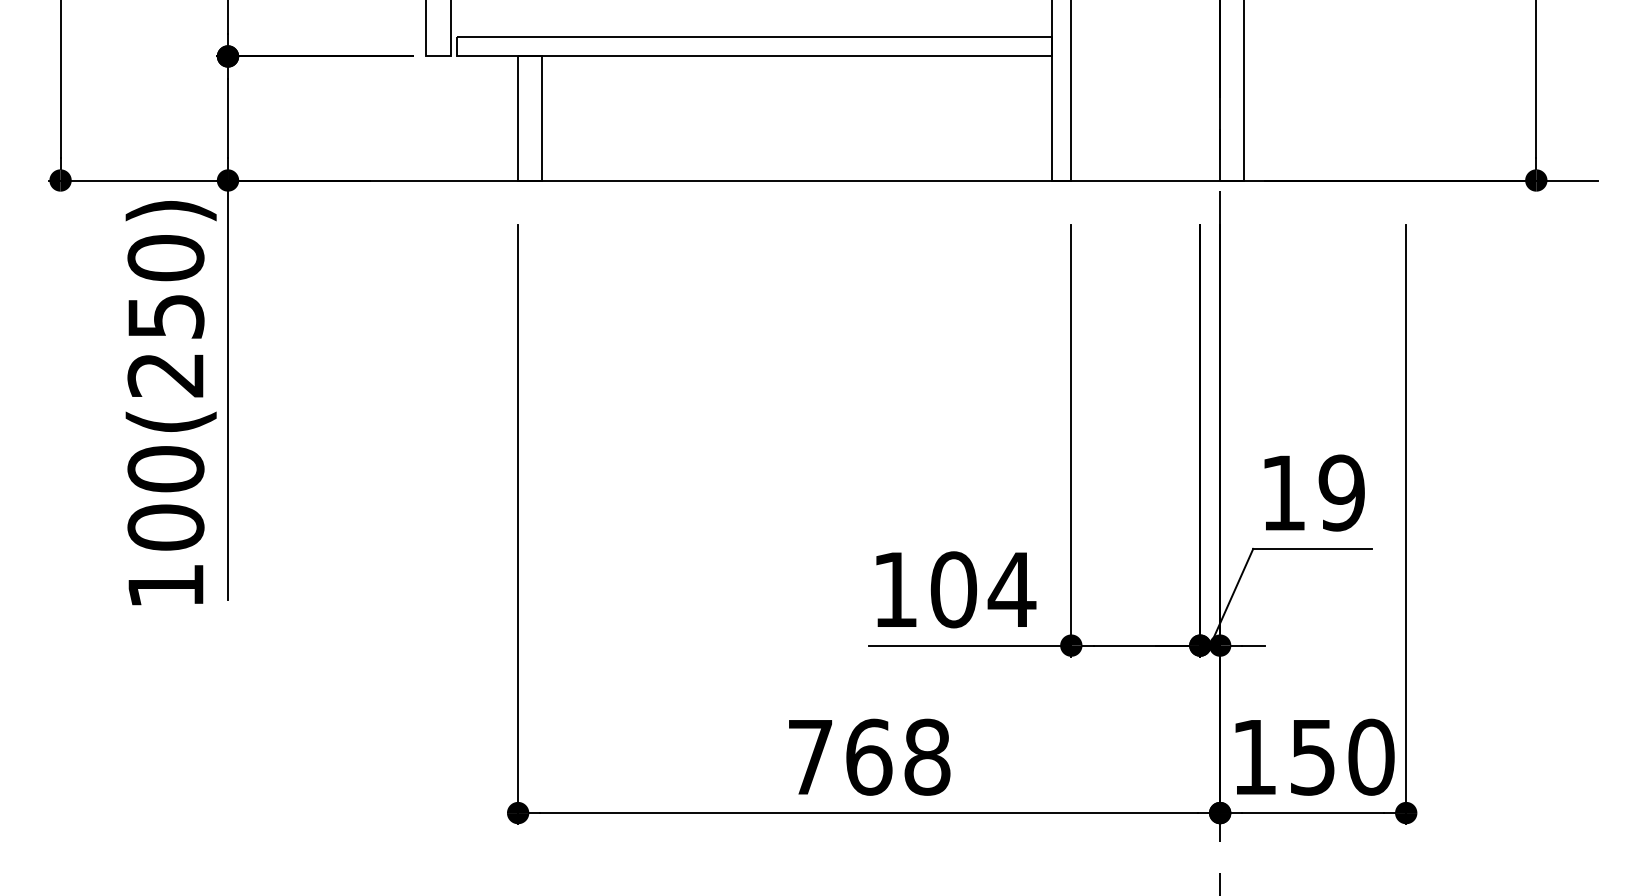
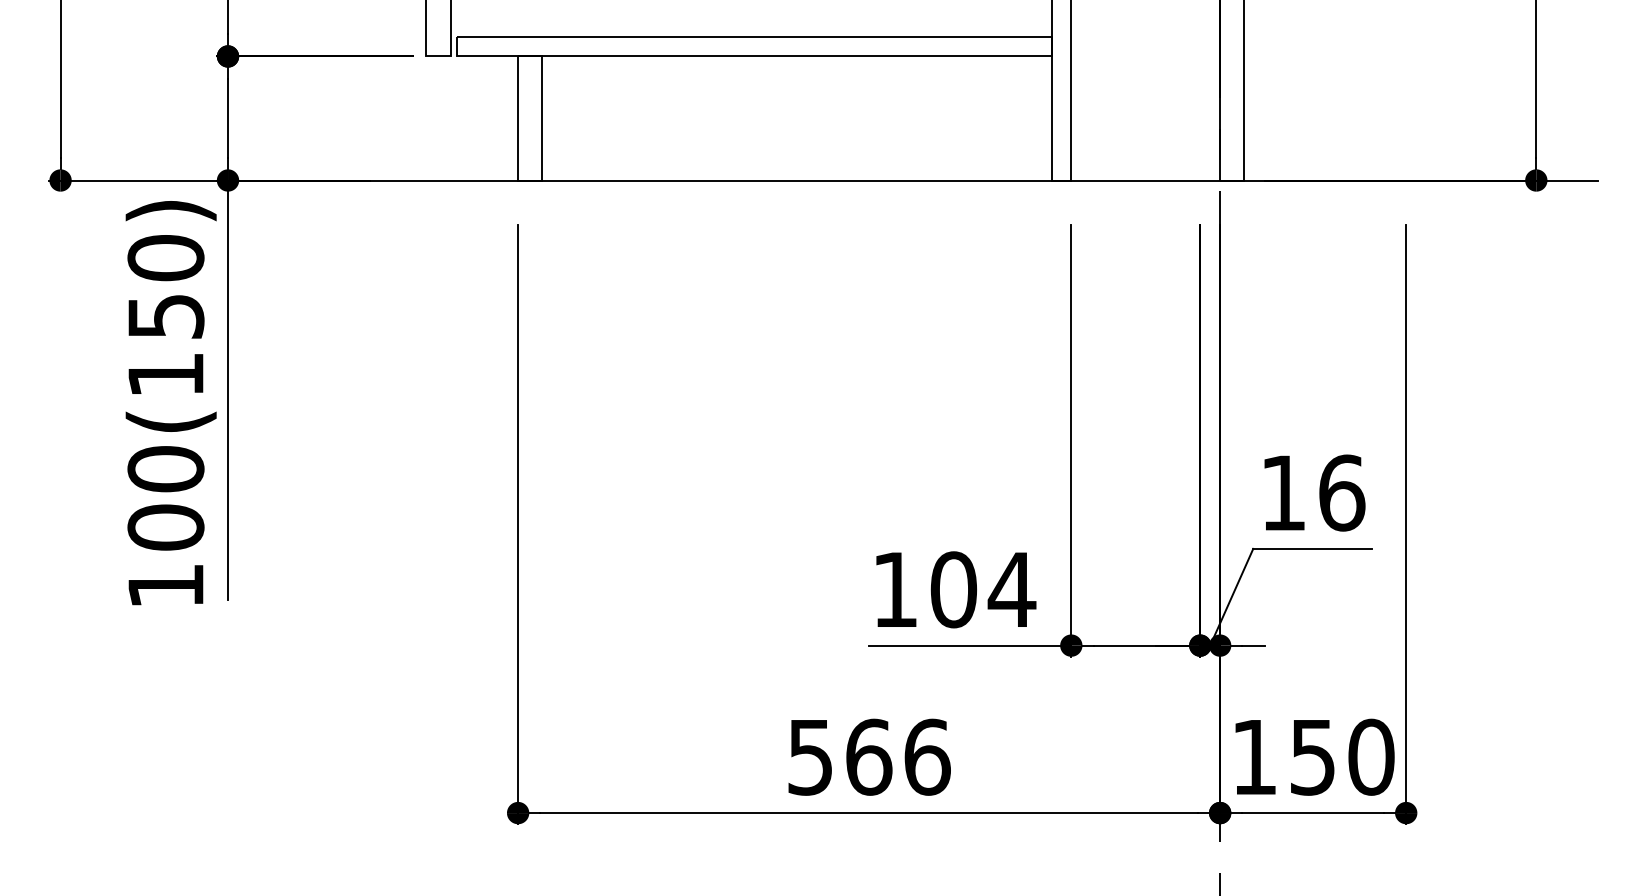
text at (165, 375): 100(250) -> 100(150)
text at (1341, 492): 19 -> 16
text at (869, 756): 768 -> 566
